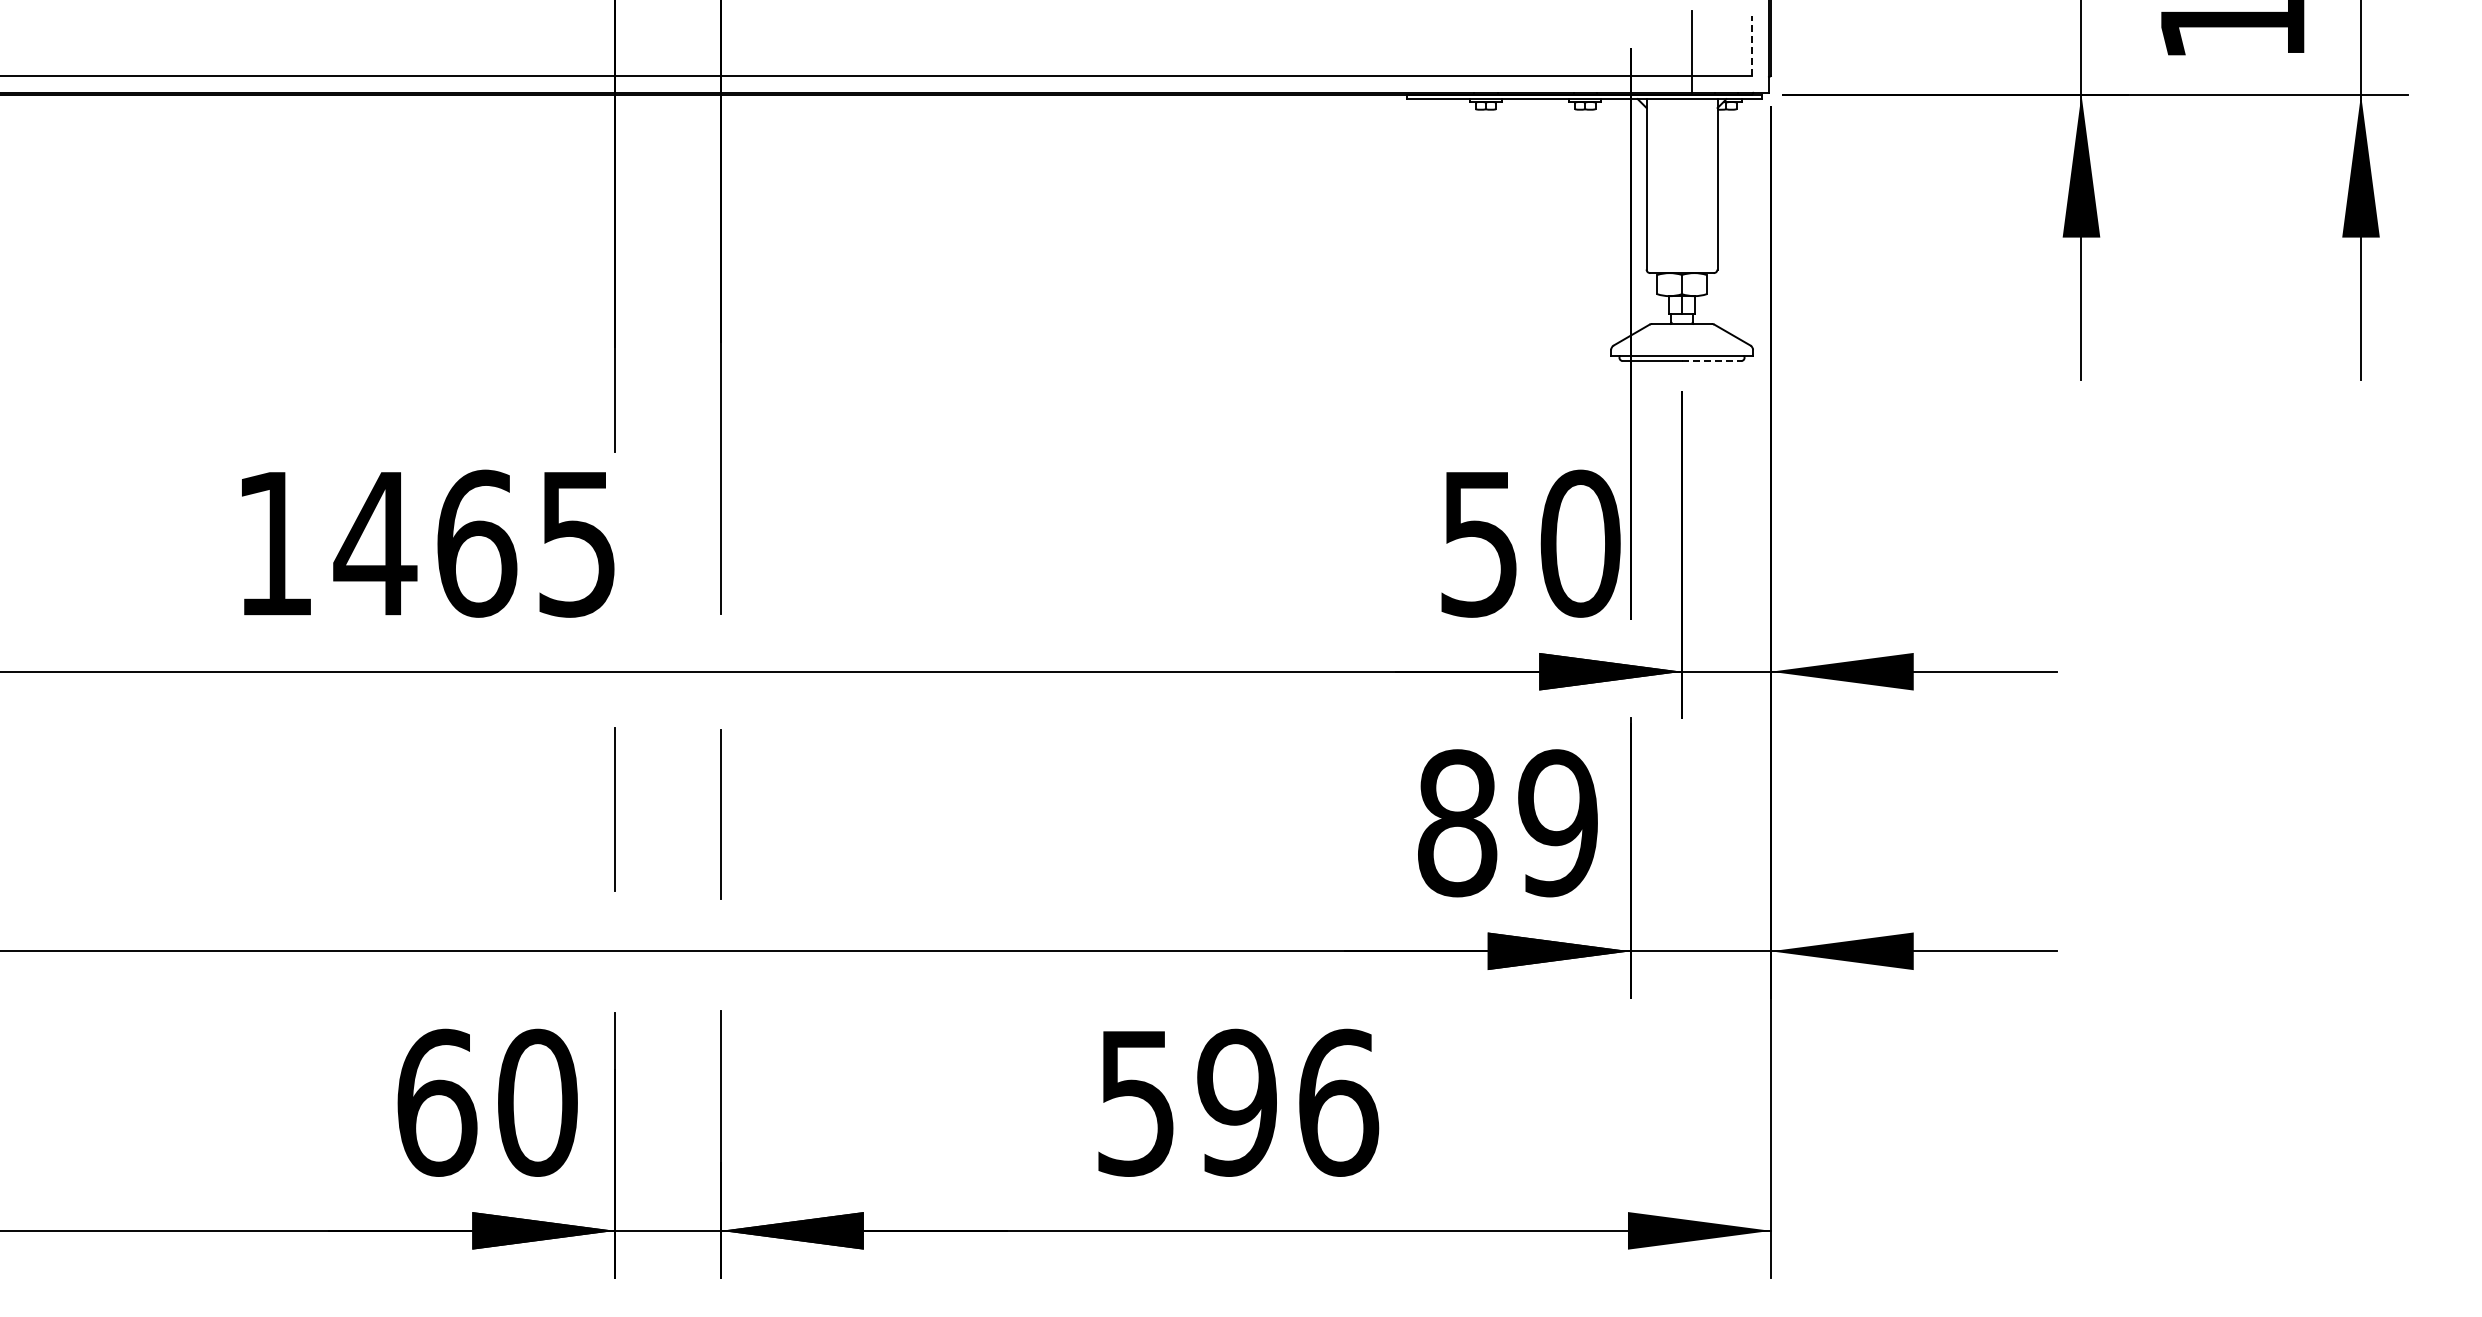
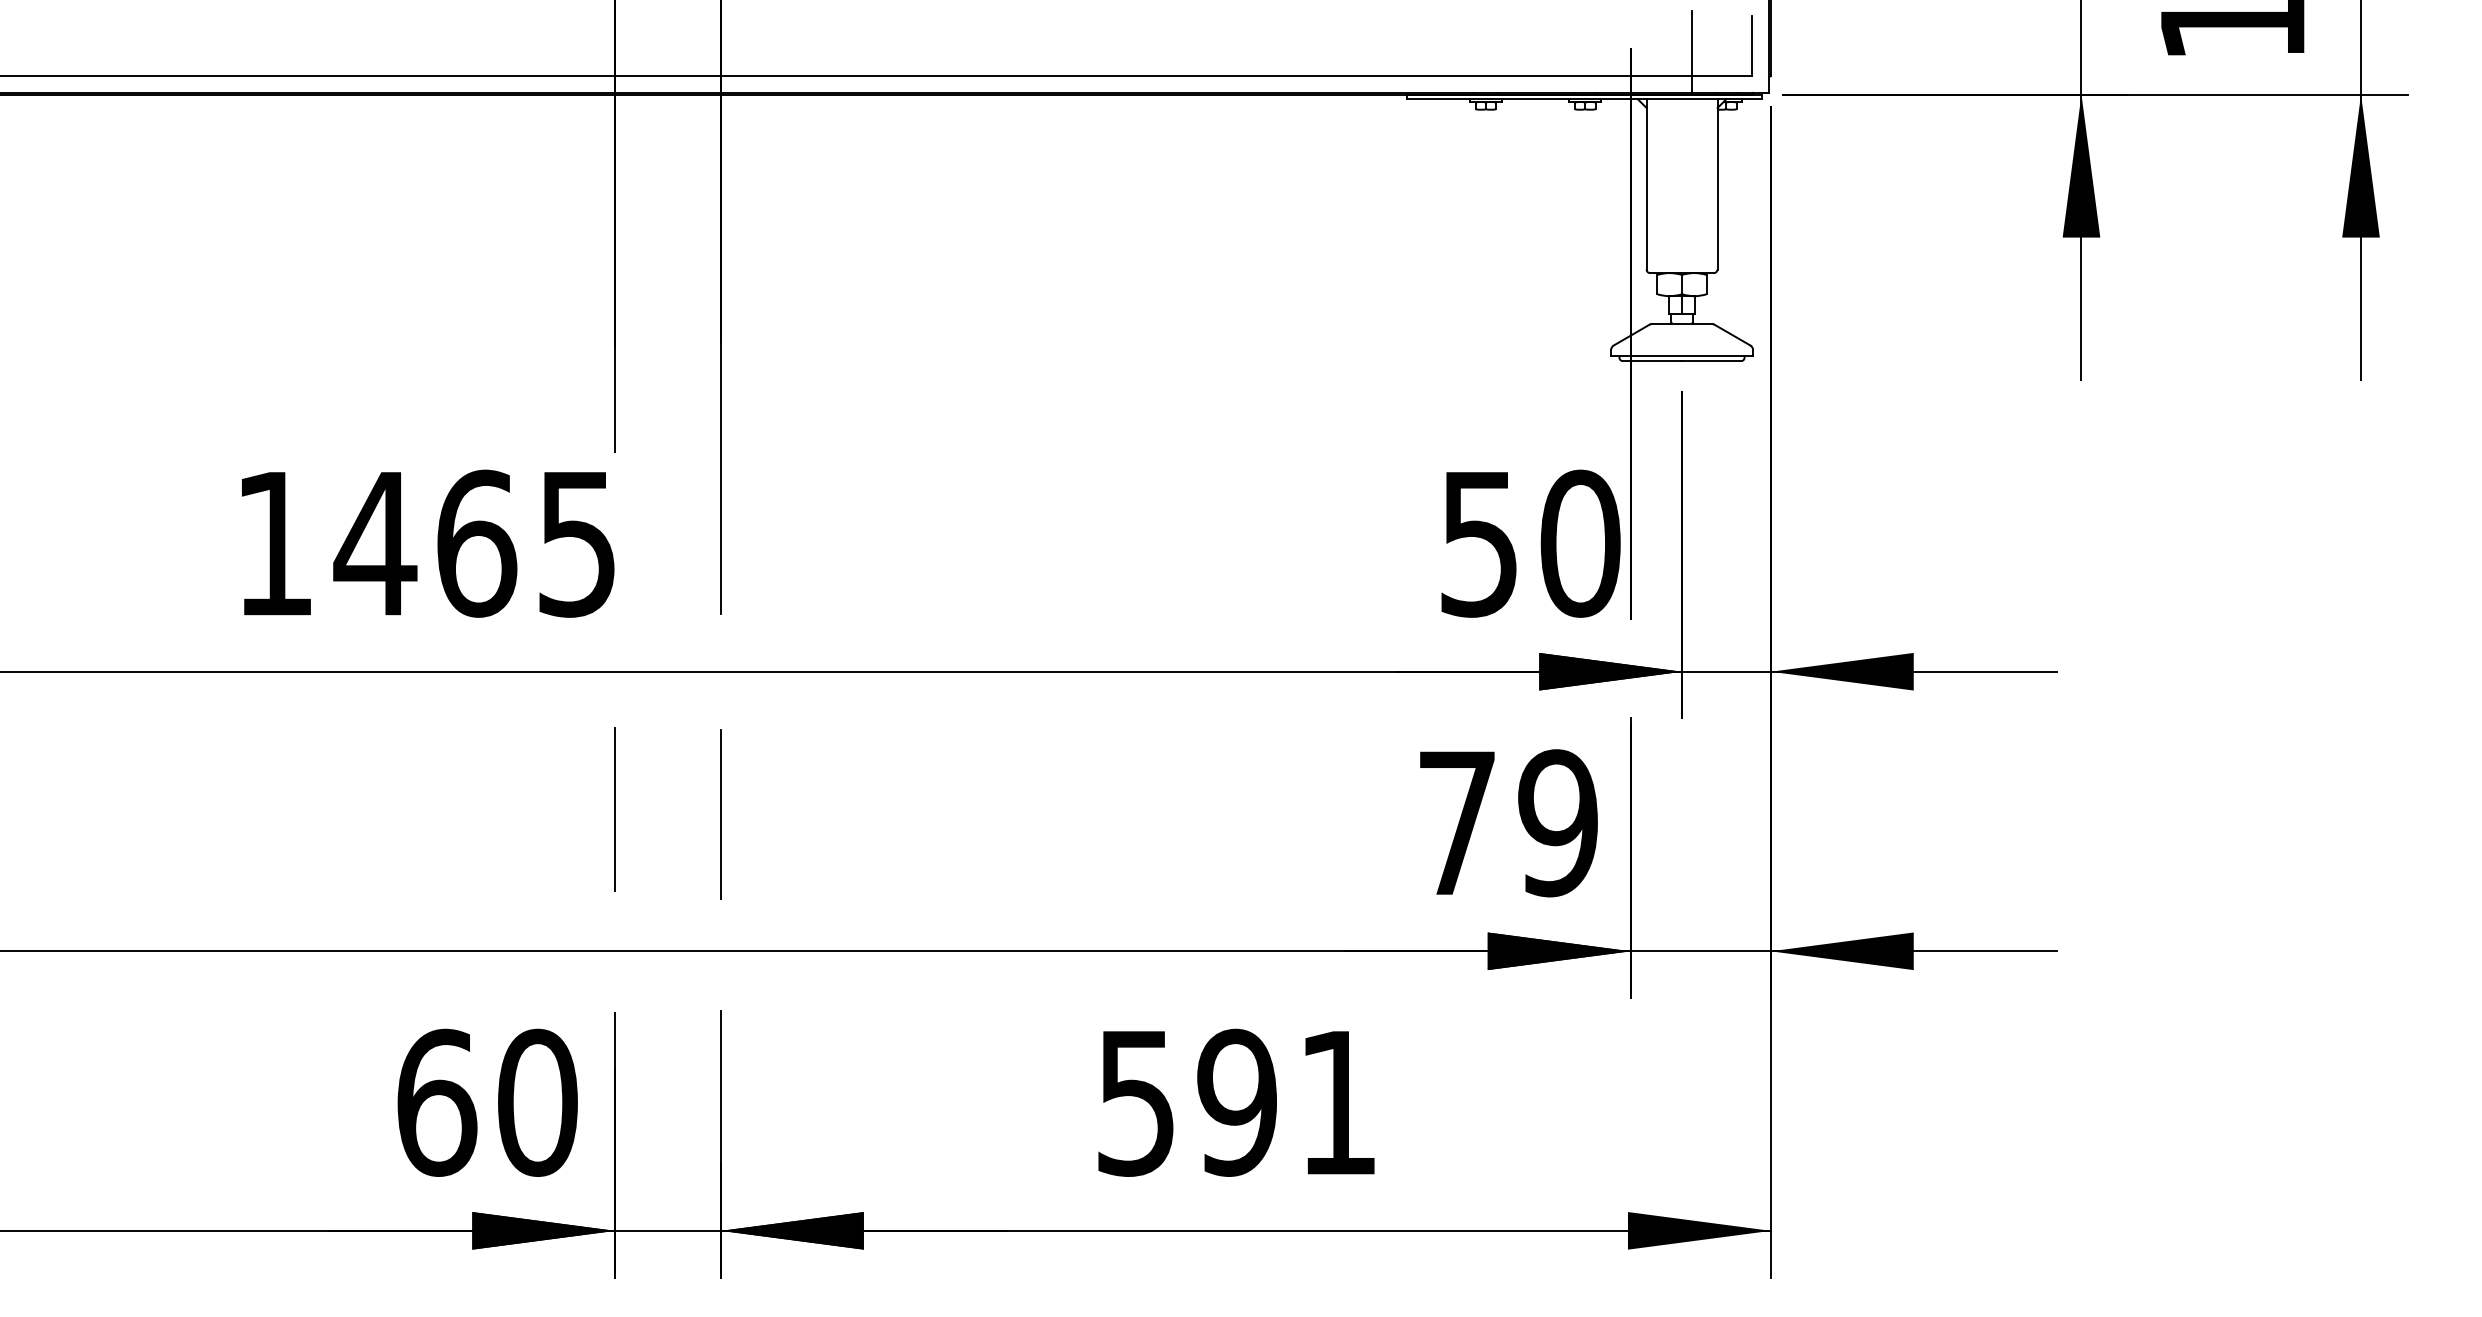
line at (1752, 46): dashed -> solid
line at (1711, 361): dashed -> solid
text at (1457, 823): 89 -> 79
text at (1339, 1102): 596 -> 591
